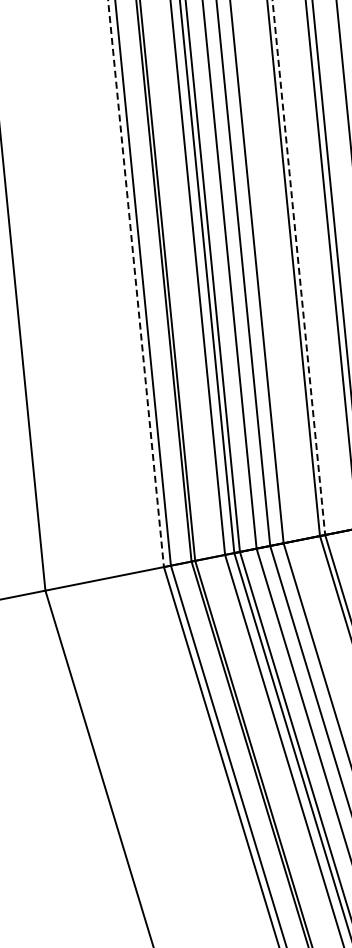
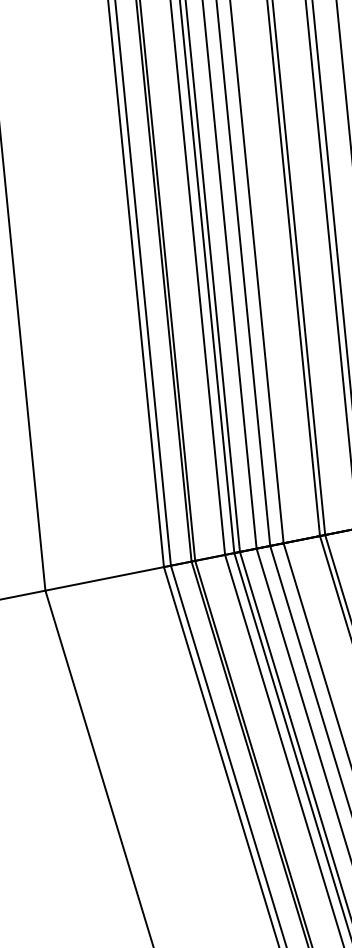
line at (298, 268): dashed -> solid
line at (136, 284): dashed -> solid
